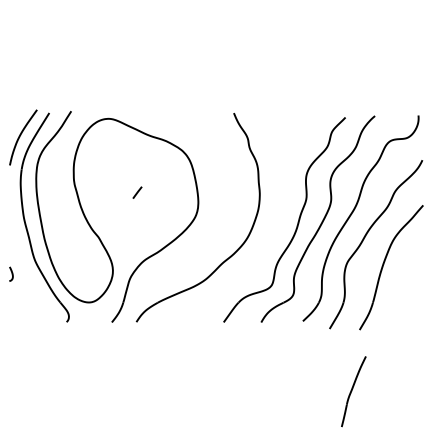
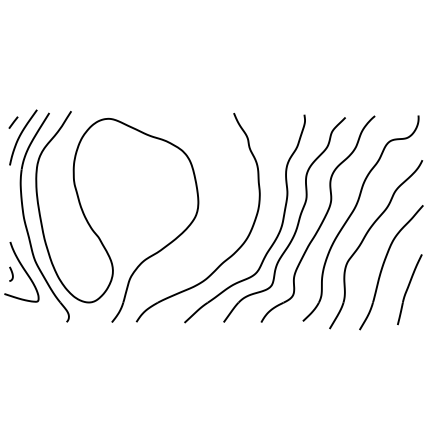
line at (137, 192) position: (137, 192) -> (13, 122)
part at (275, 237): none -> present
curve at (23, 270): none -> present
part at (353, 391) position: (353, 391) -> (409, 289)
